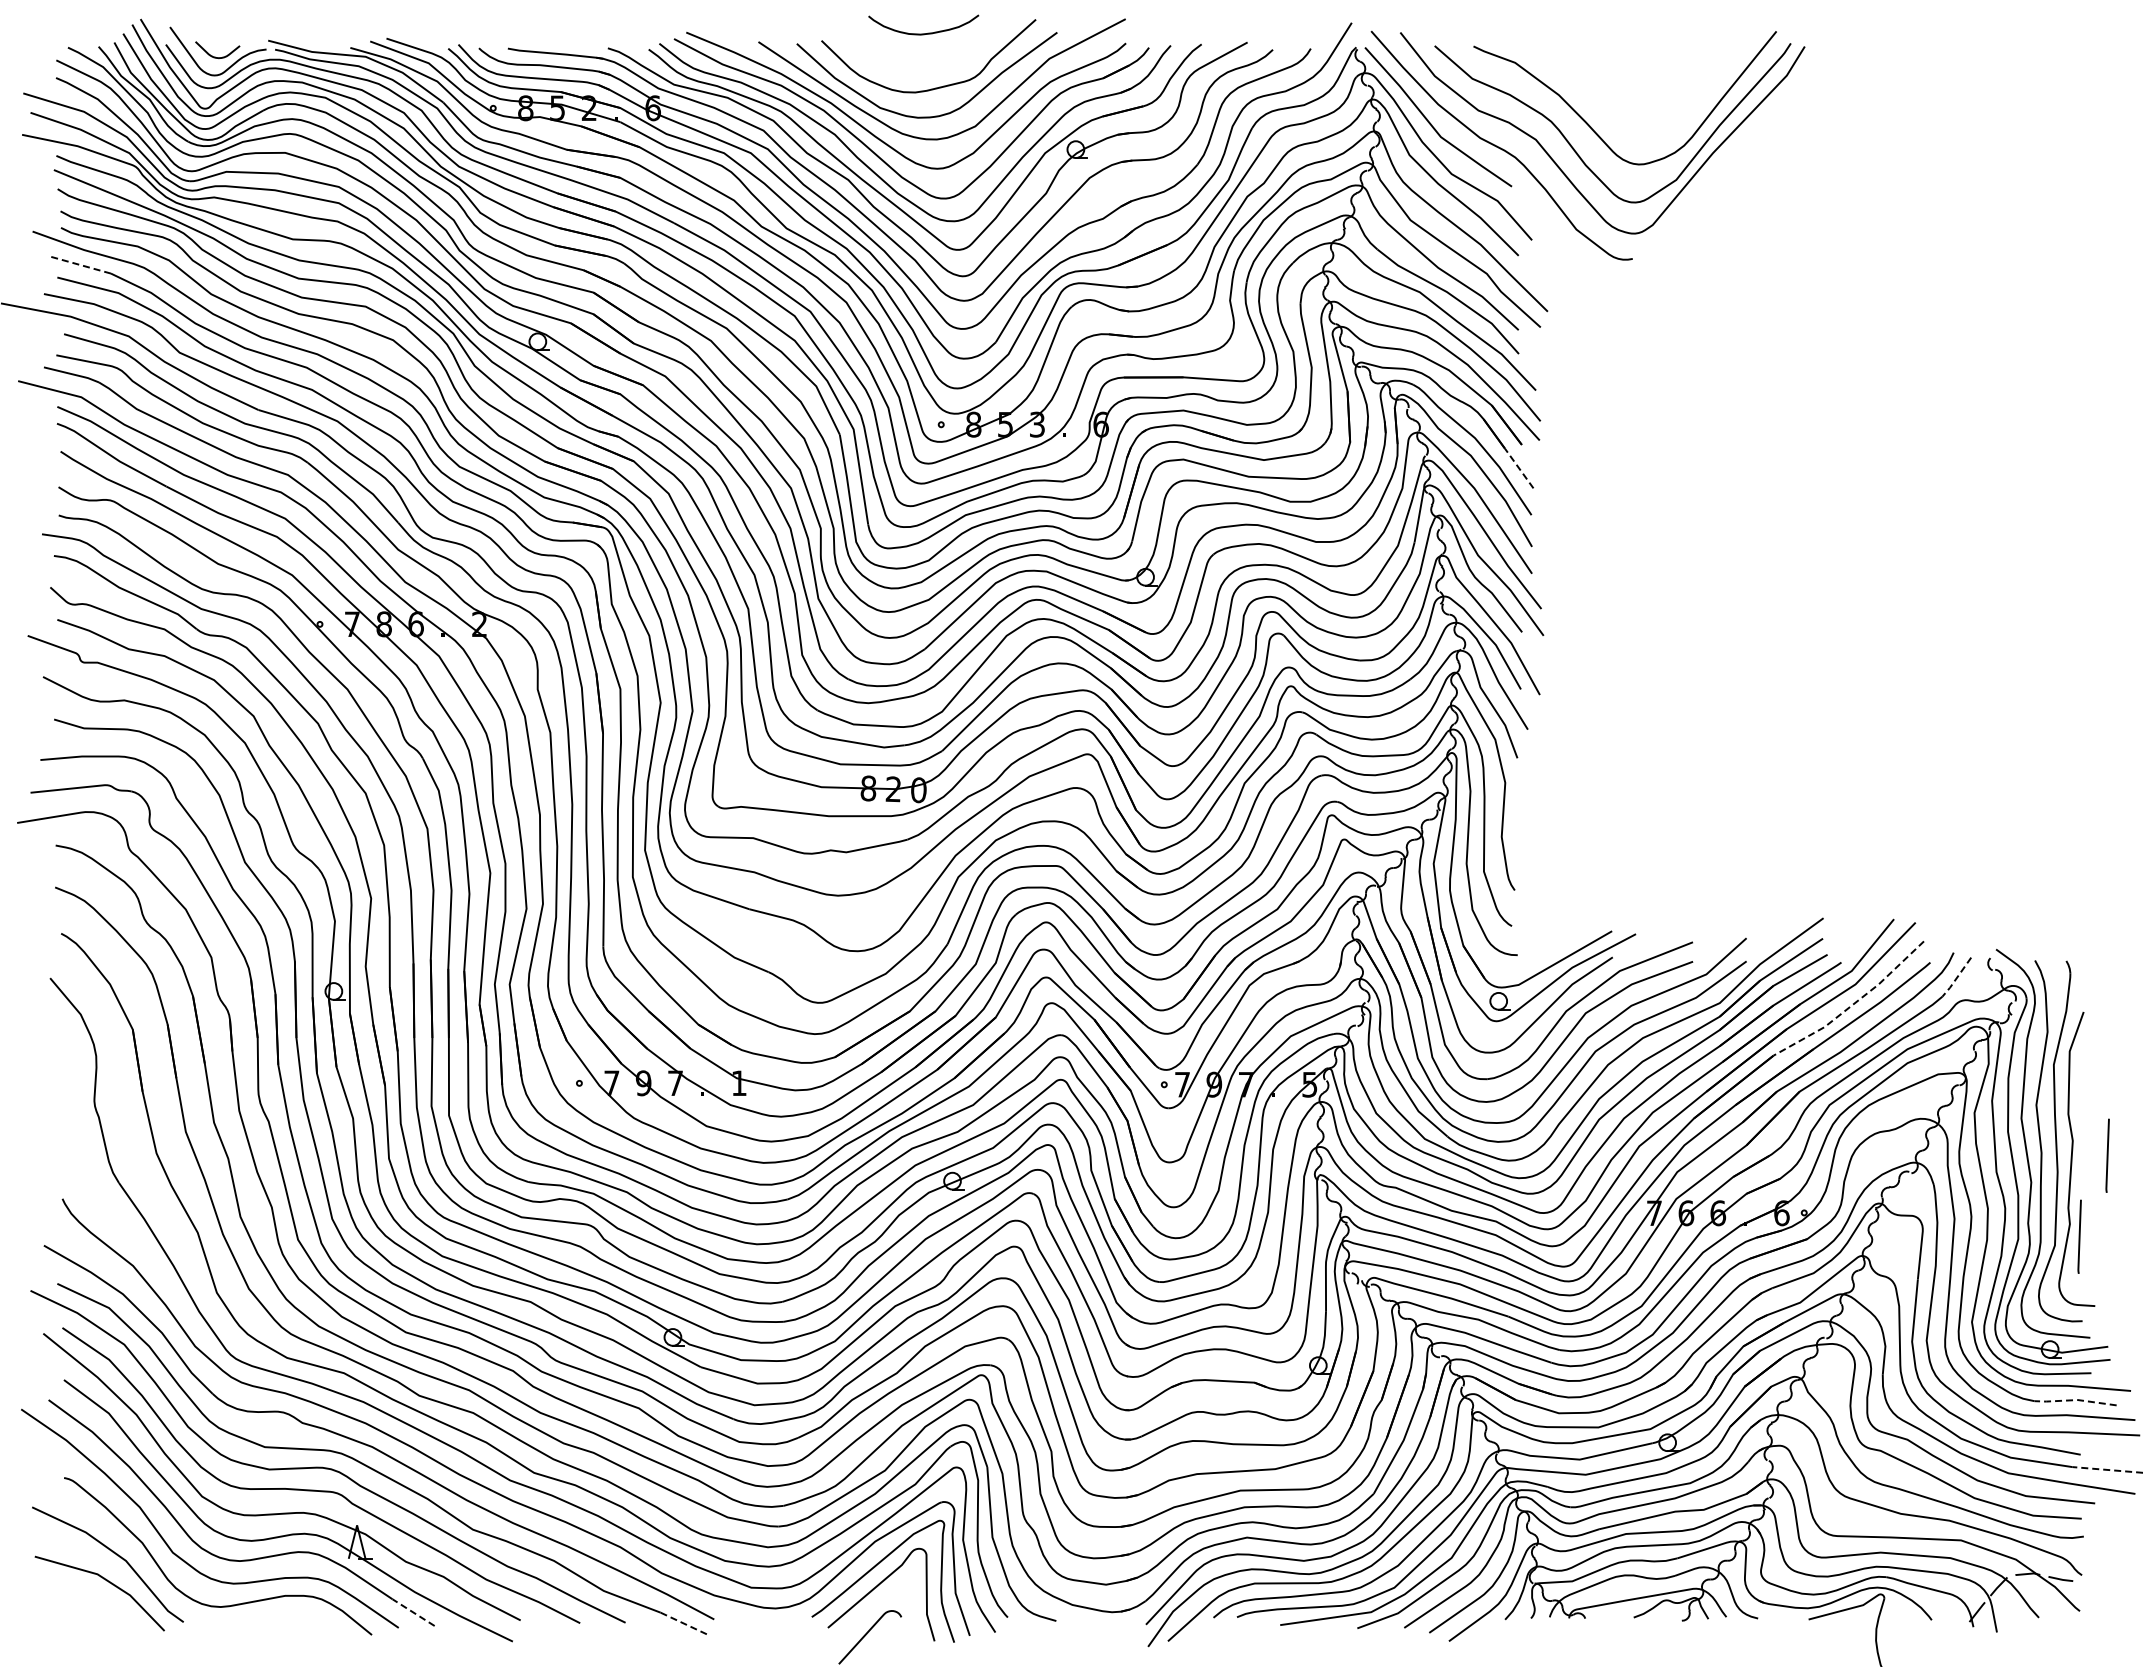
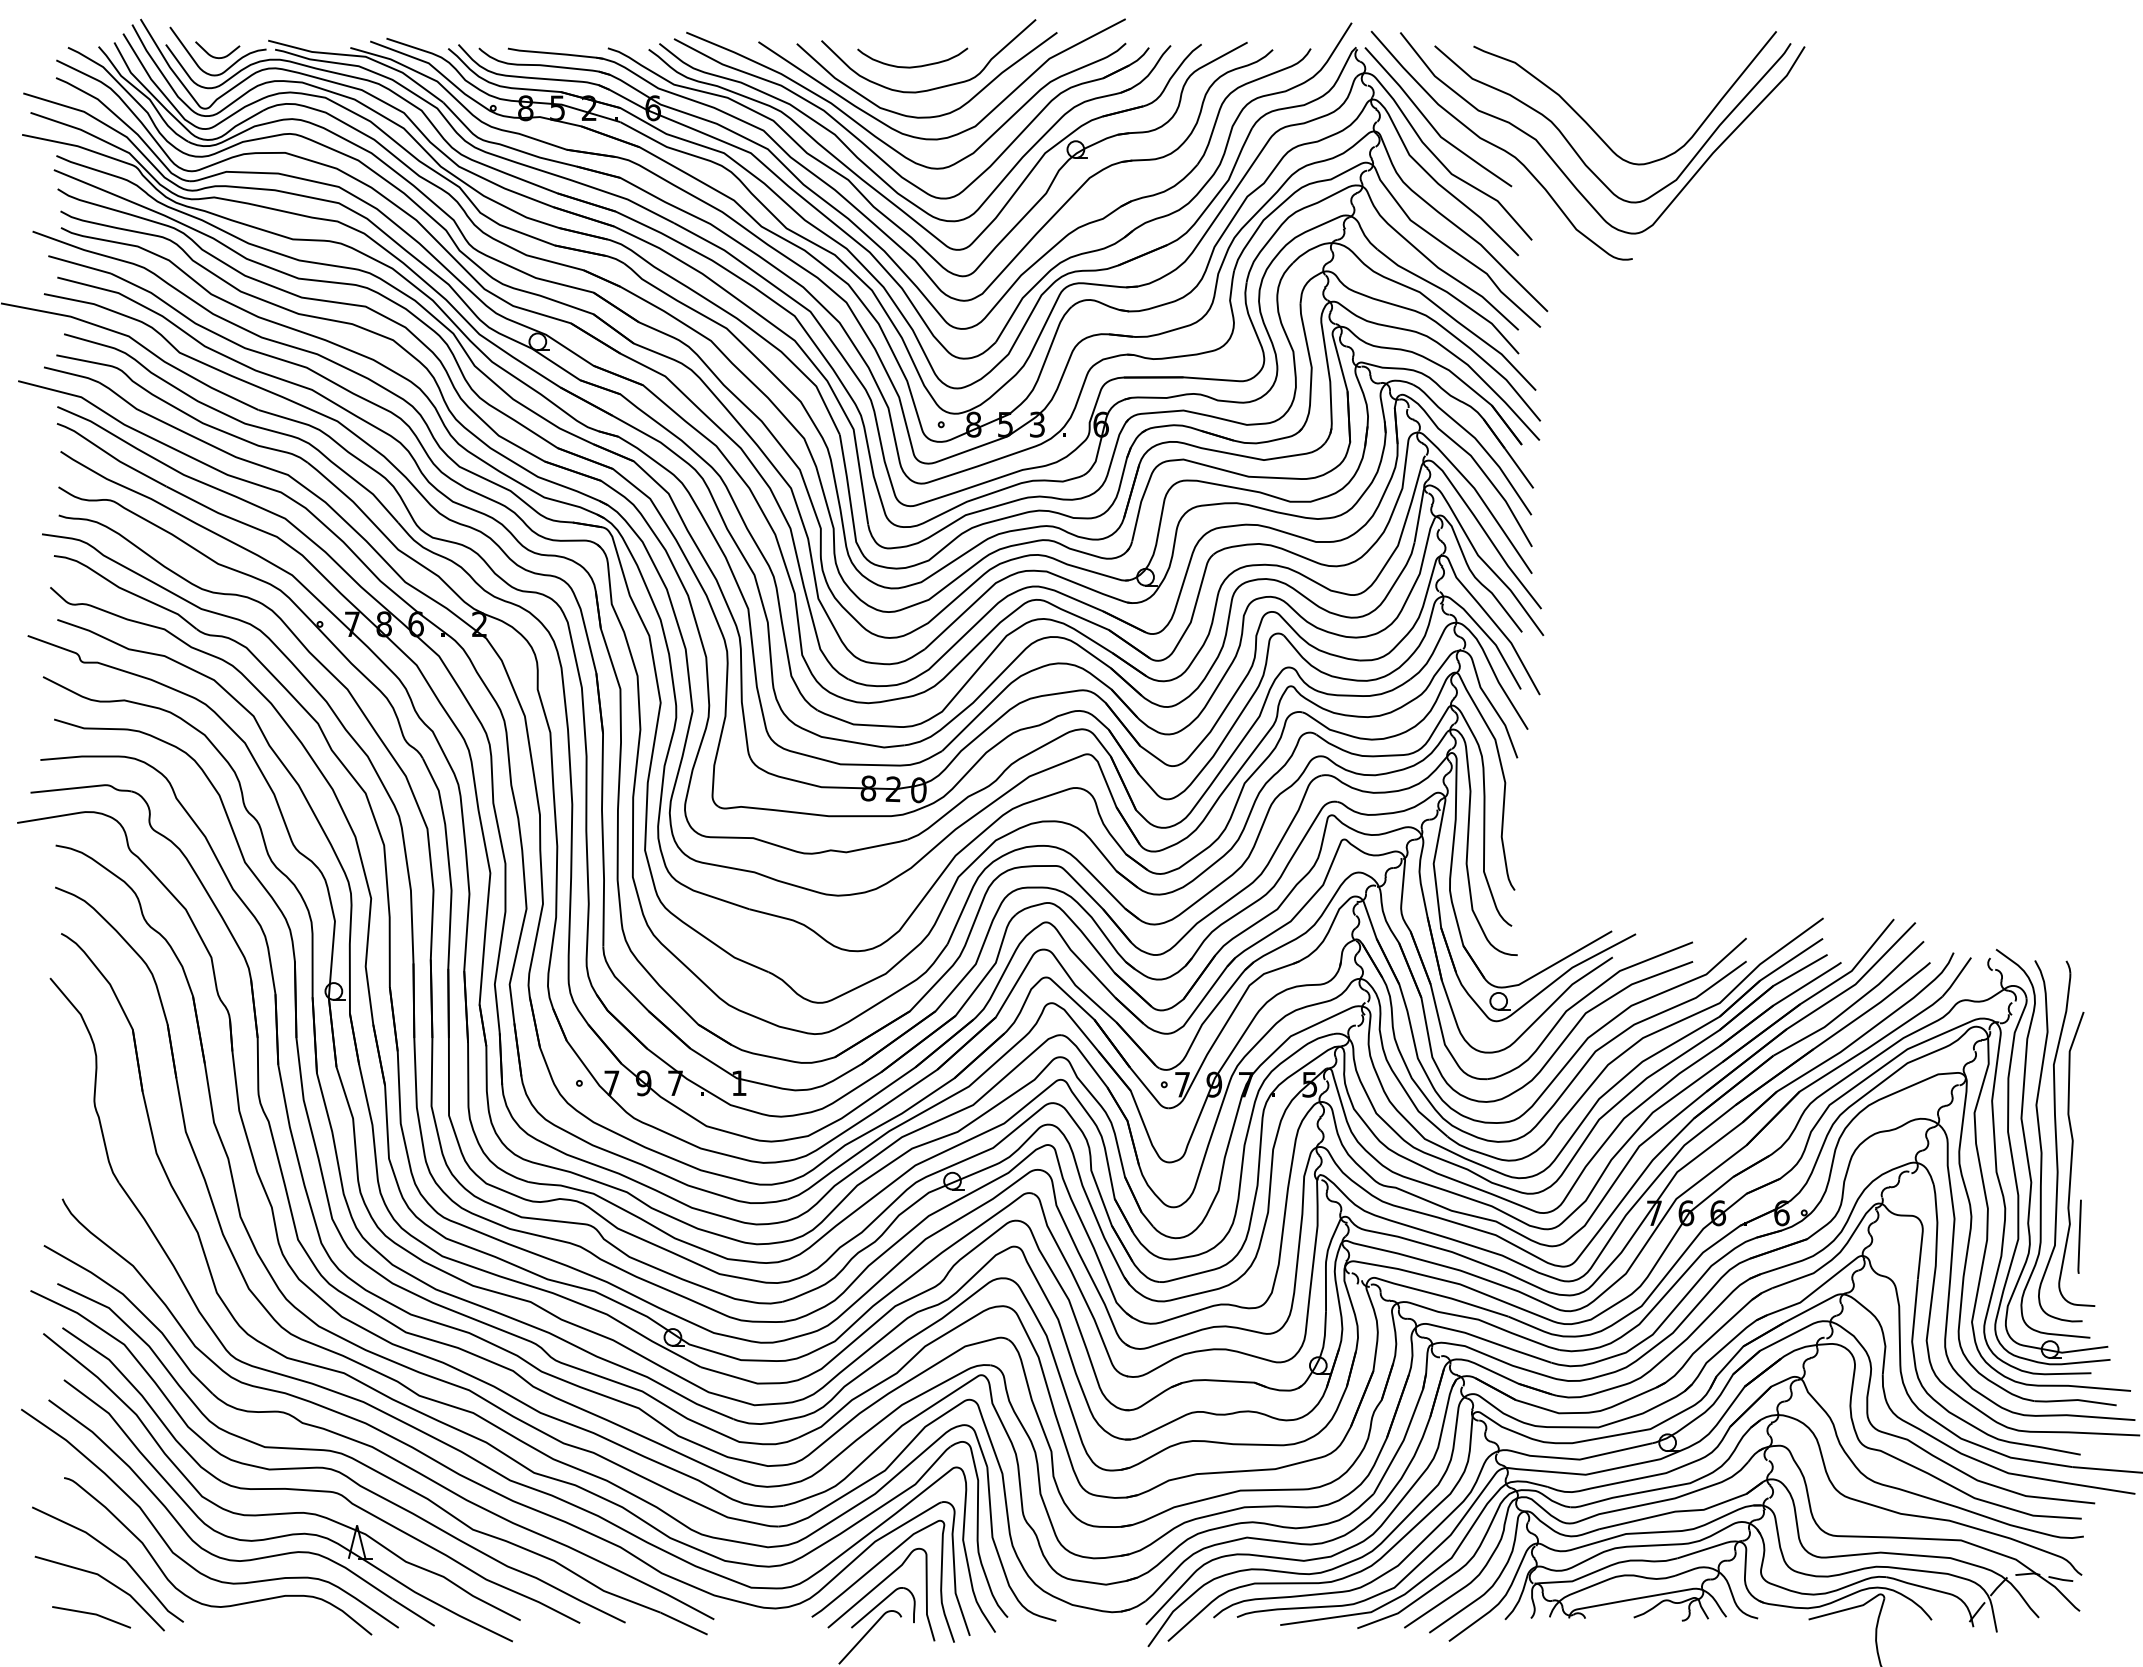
curve at (923, 33) position: (923, 33) -> (912, 66)
line at (79, 264): dashed -> solid
line at (1519, 468): dashed -> solid
line at (1956, 977): dashed -> solid
line at (1853, 1004): dashed -> solid
line at (2107, 1155): present -> none
line at (2075, 1400): dashed -> solid
line at (2106, 1469): dashed -> solid
part at (883, 1607): none -> present
line at (413, 1612): dashed -> solid
line at (91, 1614): none -> present
line at (684, 1623): dashed -> solid
